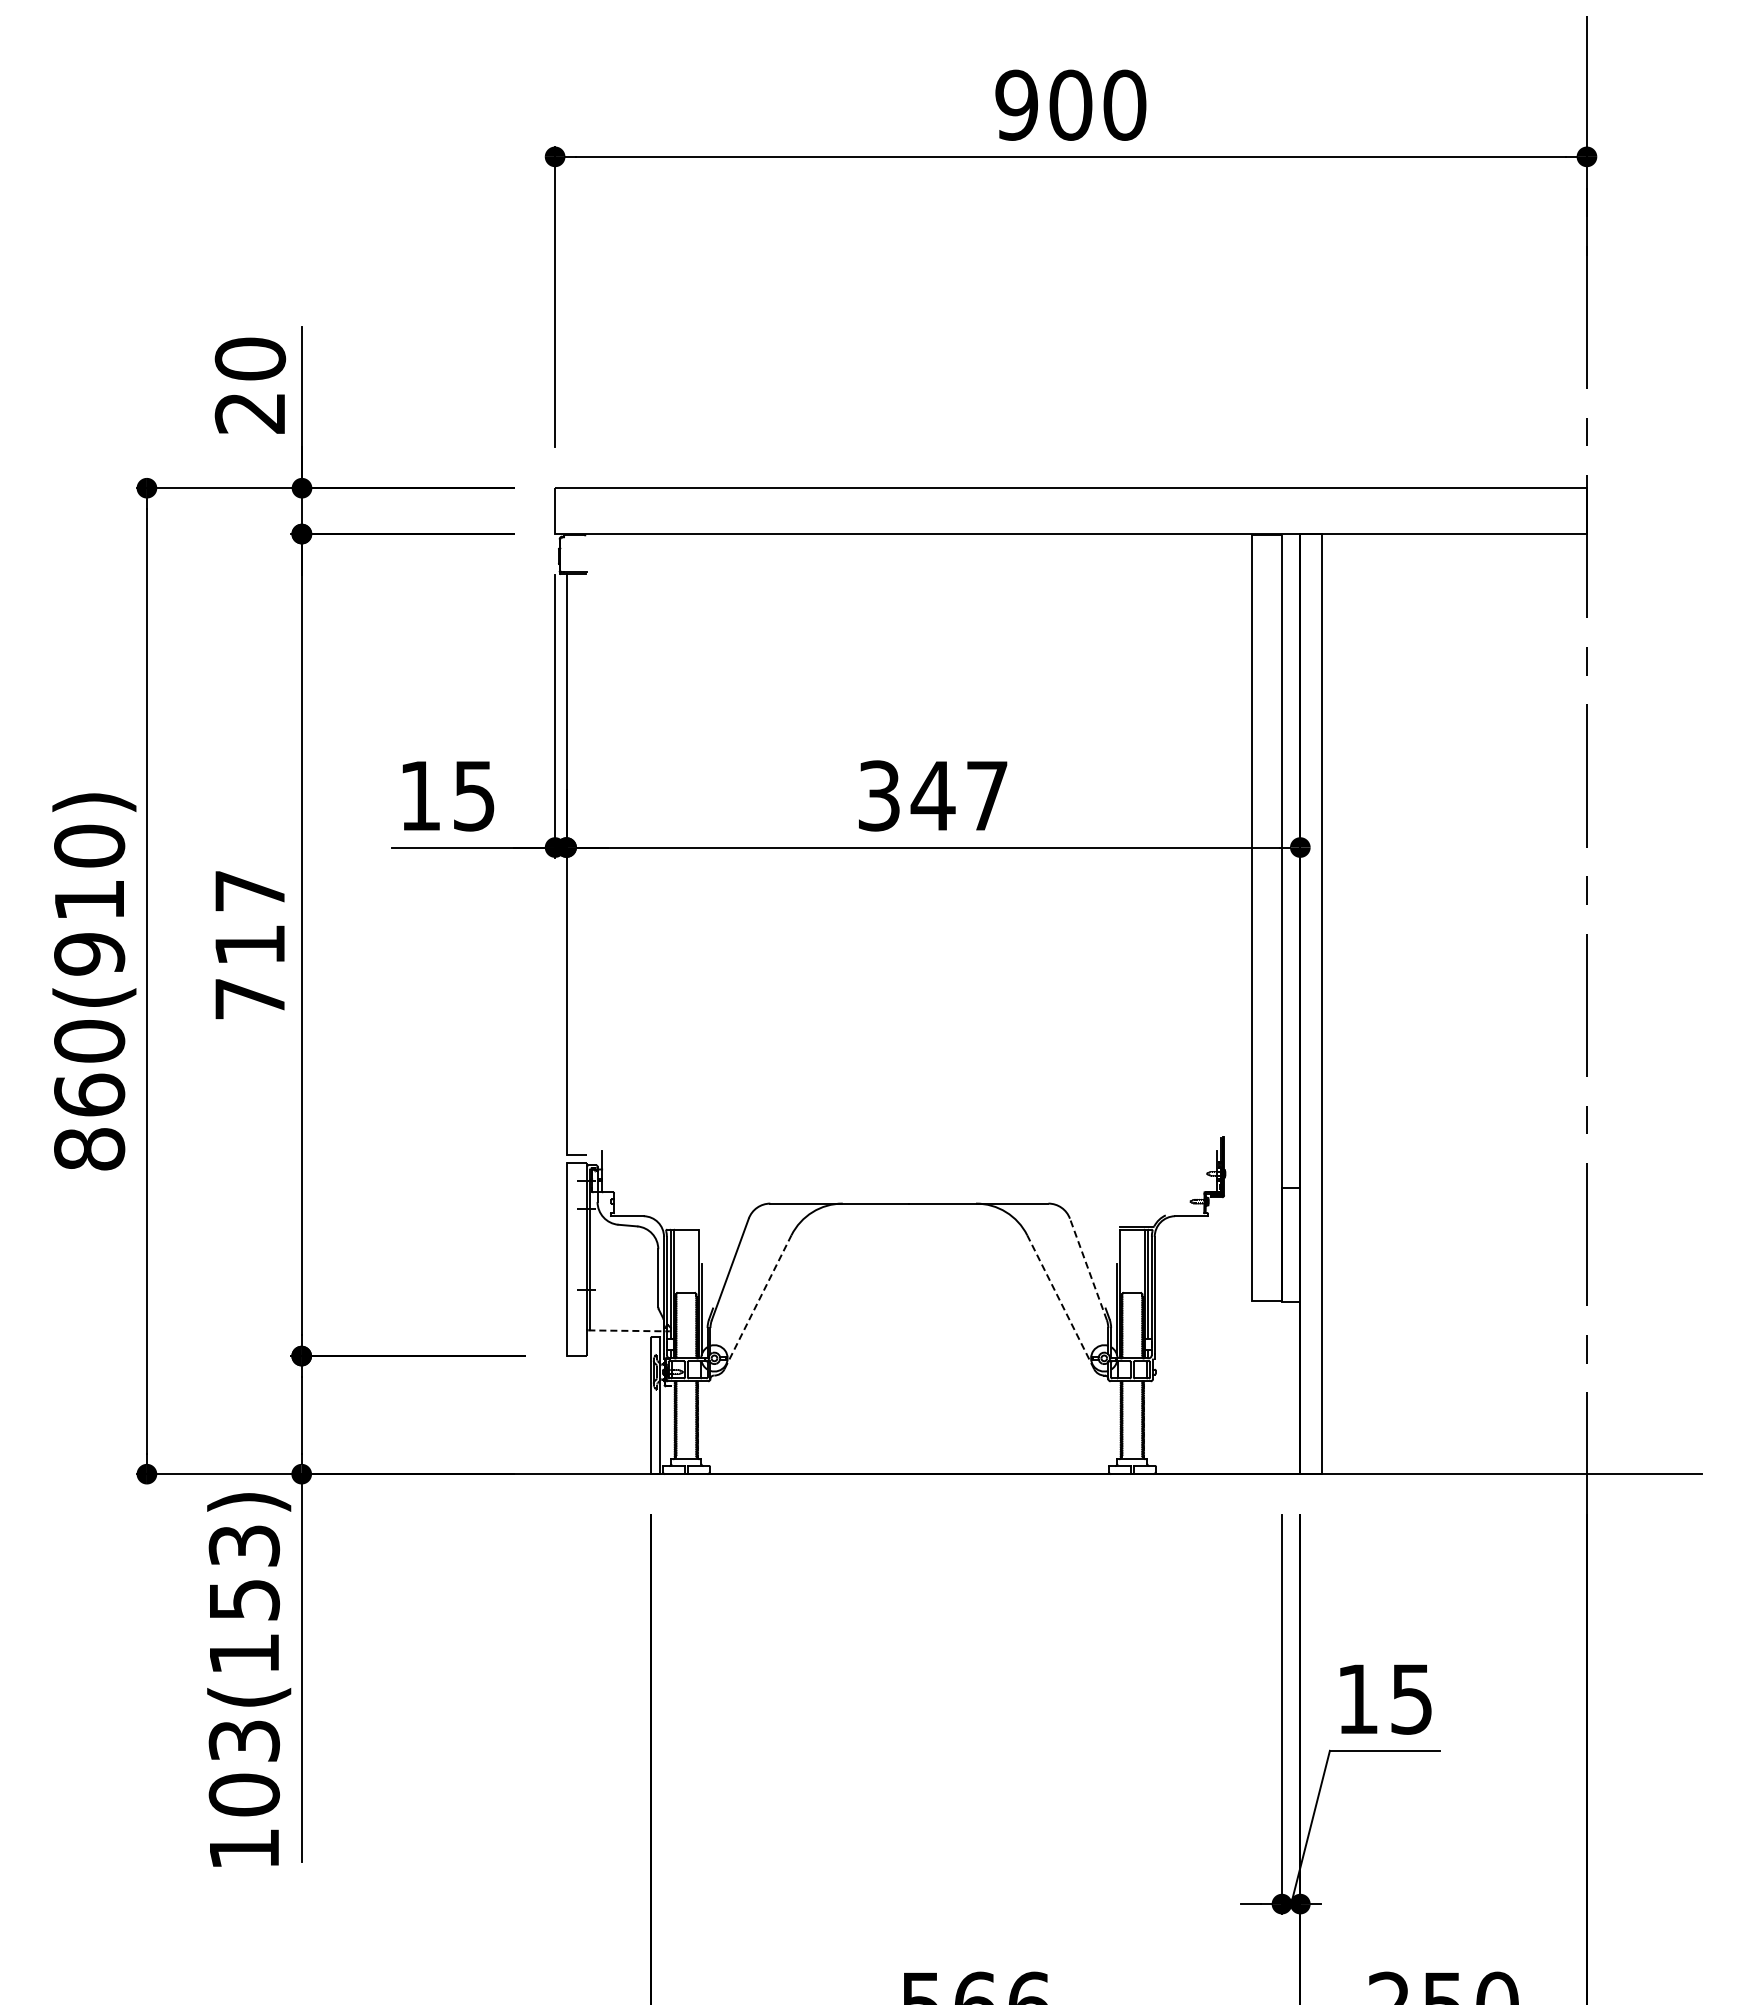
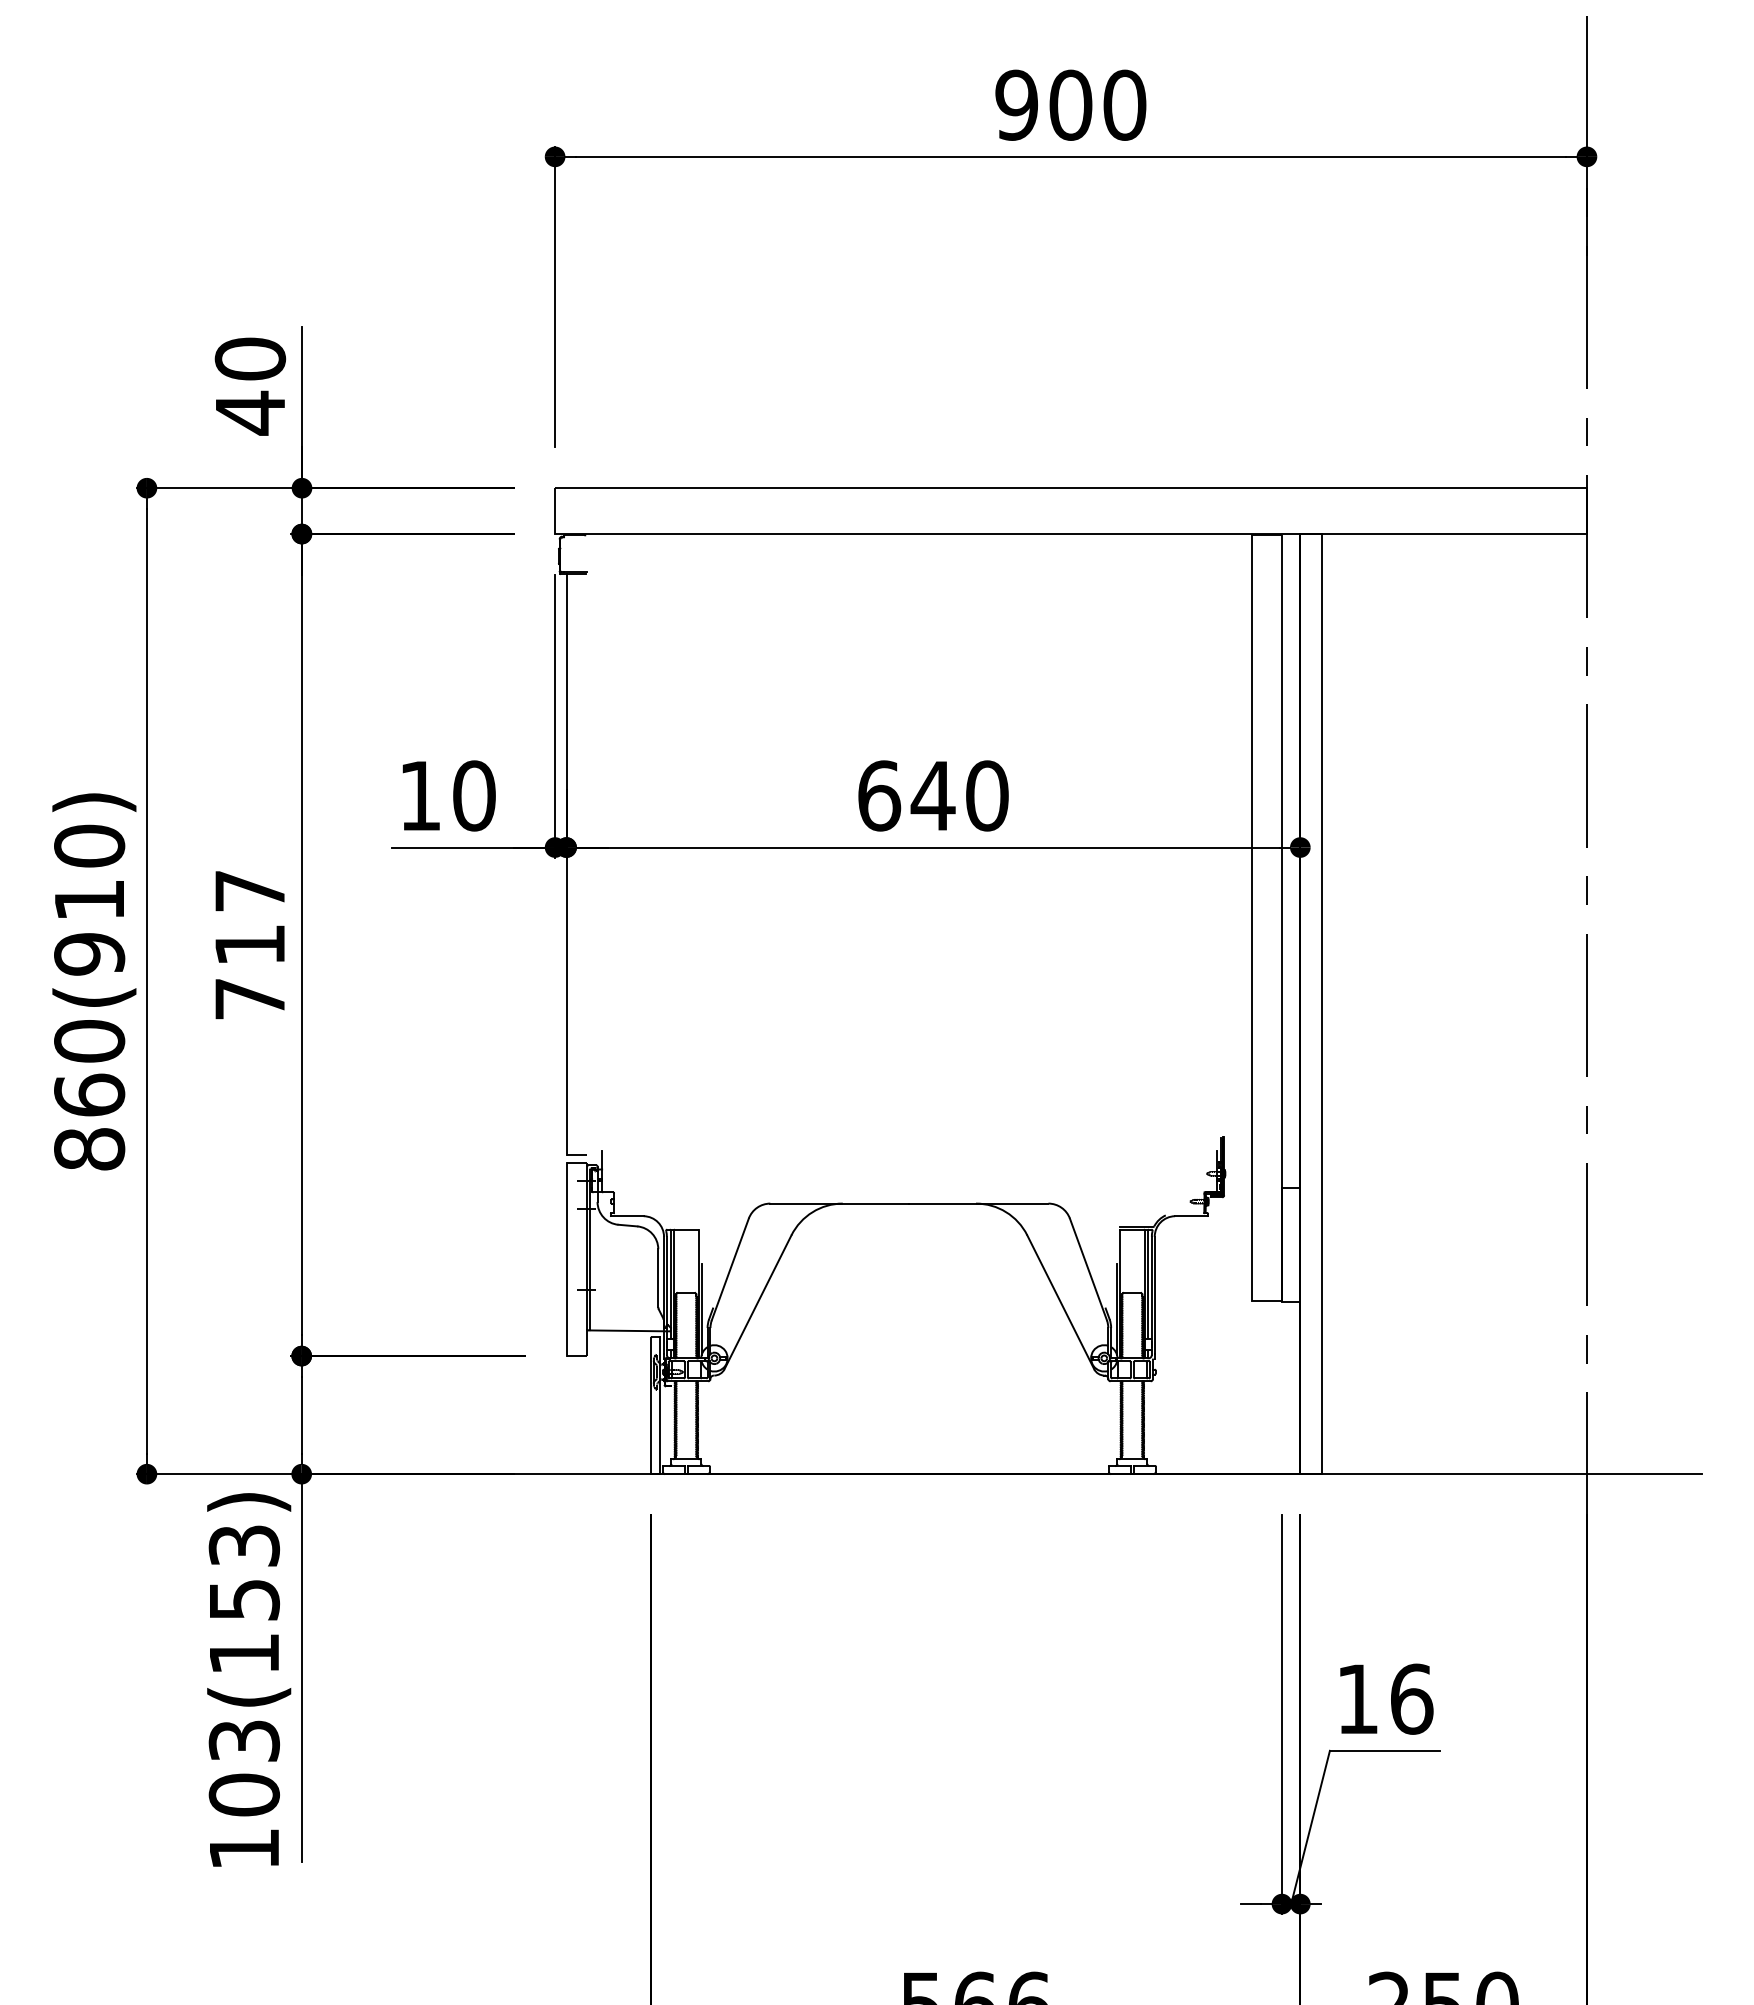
text at (249, 412): 20 -> 40
text at (474, 795): 15 -> 10
text at (933, 795): 347 -> 640
line at (1088, 1268): dashed -> solid
line at (758, 1302): dashed -> solid
line at (1060, 1302): dashed -> solid
line at (629, 1330): dashed -> solid
text at (1412, 1698): 15 -> 16
